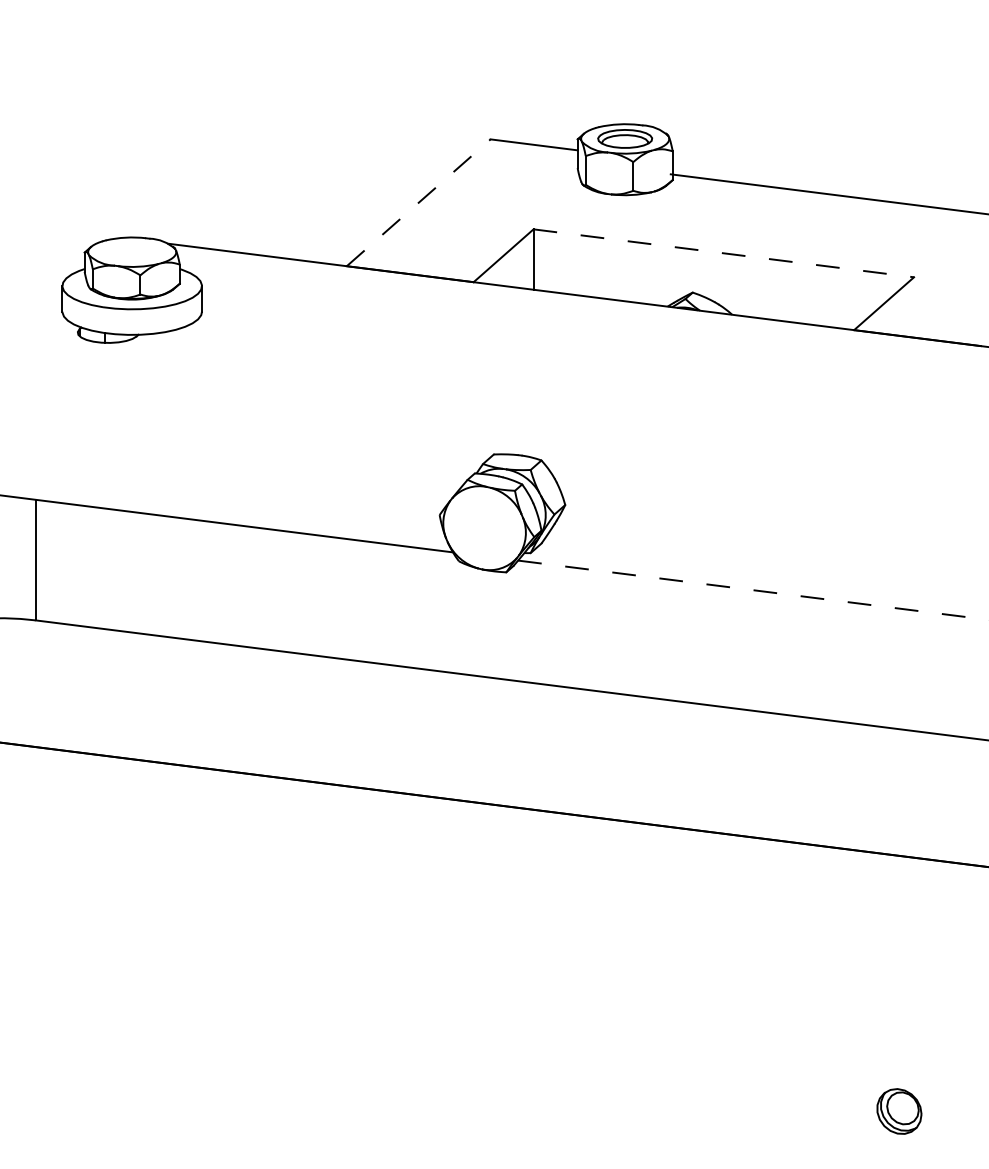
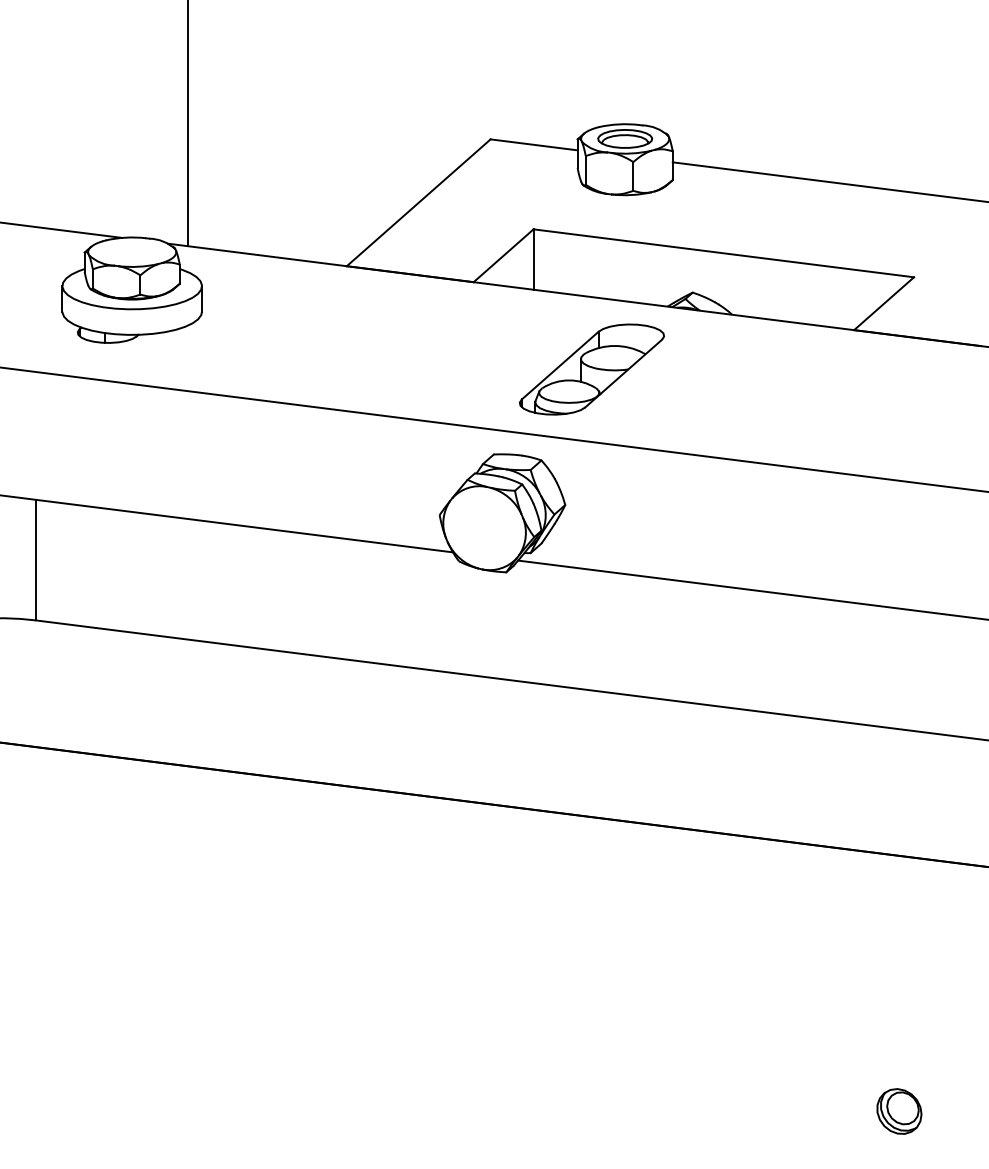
line at (187, 124): none -> present
line at (827, 194) position: (827, 194) -> (828, 181)
line at (418, 202): dashed -> solid
line at (62, 229): none -> present
line at (723, 253): dashed -> solid
part at (591, 369): none -> present
line at (493, 429): none -> present
line at (753, 590): dashed -> solid
